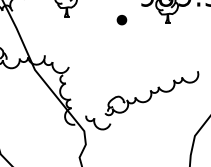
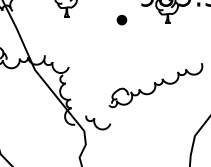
part at (151, 93) position: (151, 93) -> (155, 85)
